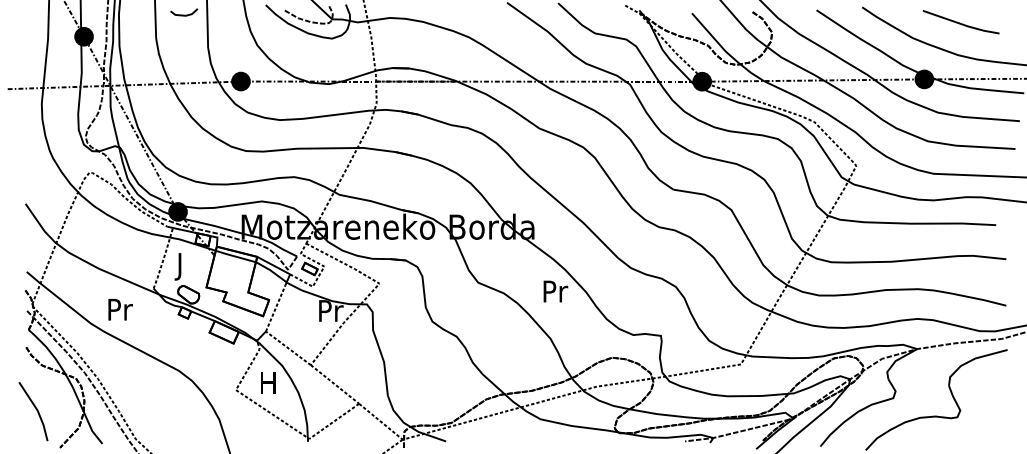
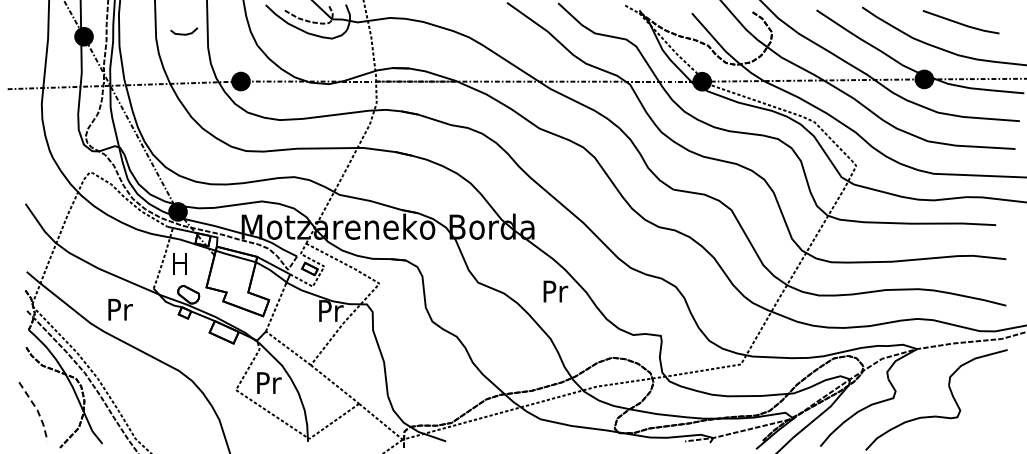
line at (184, 14) position: (184, 14) -> (184, 33)
text at (179, 266): J -> H
text at (269, 382): H -> Pr
line at (37, 410): solid -> dashed
